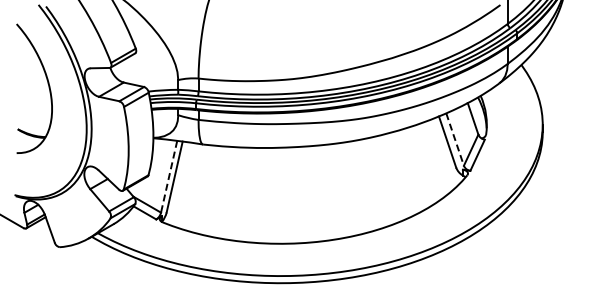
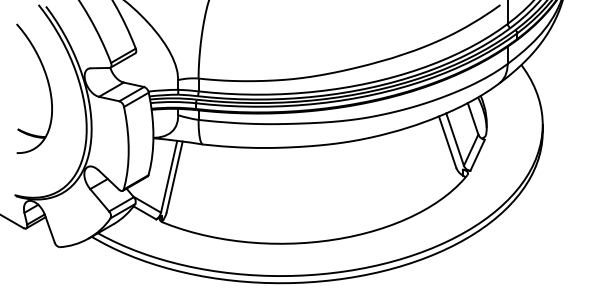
line at (455, 139): dashed -> solid
line at (169, 176): dashed -> solid
